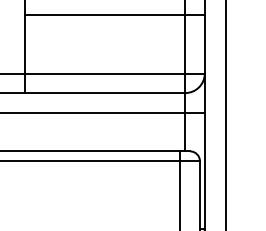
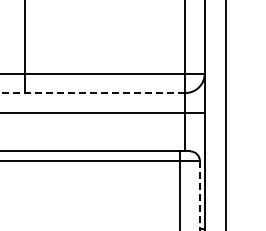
line at (114, 15): present -> none
line at (92, 93): solid -> dashed
line at (199, 195): solid -> dashed
